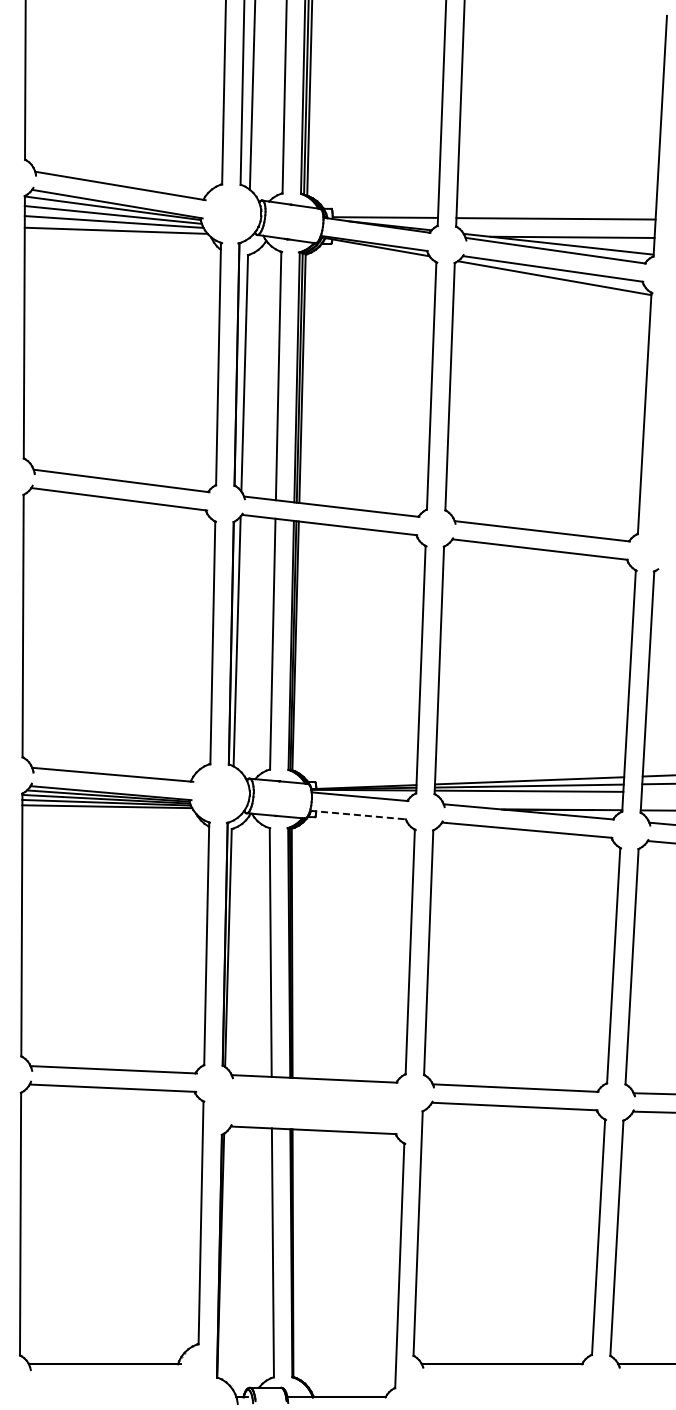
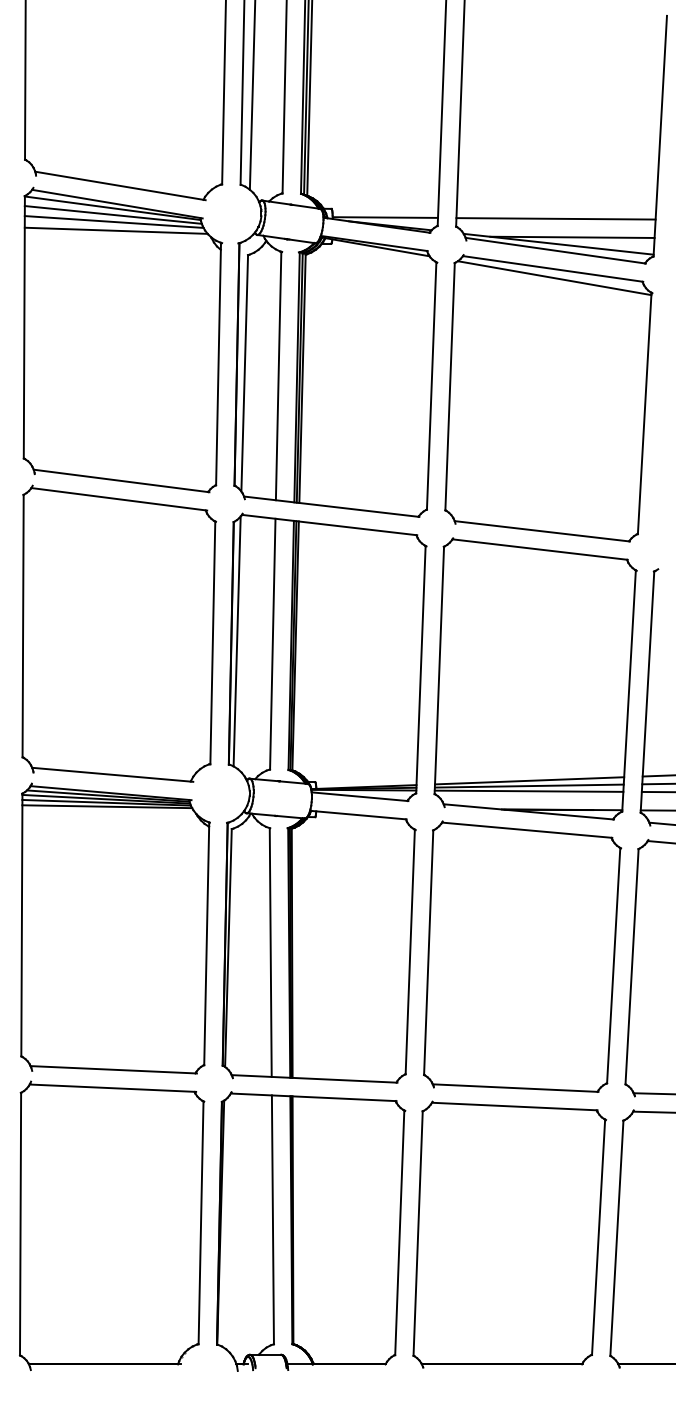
line at (656, 791): none -> present
line at (358, 815): dashed -> solid
part at (311, 1264) position: (311, 1264) -> (311, 1231)
